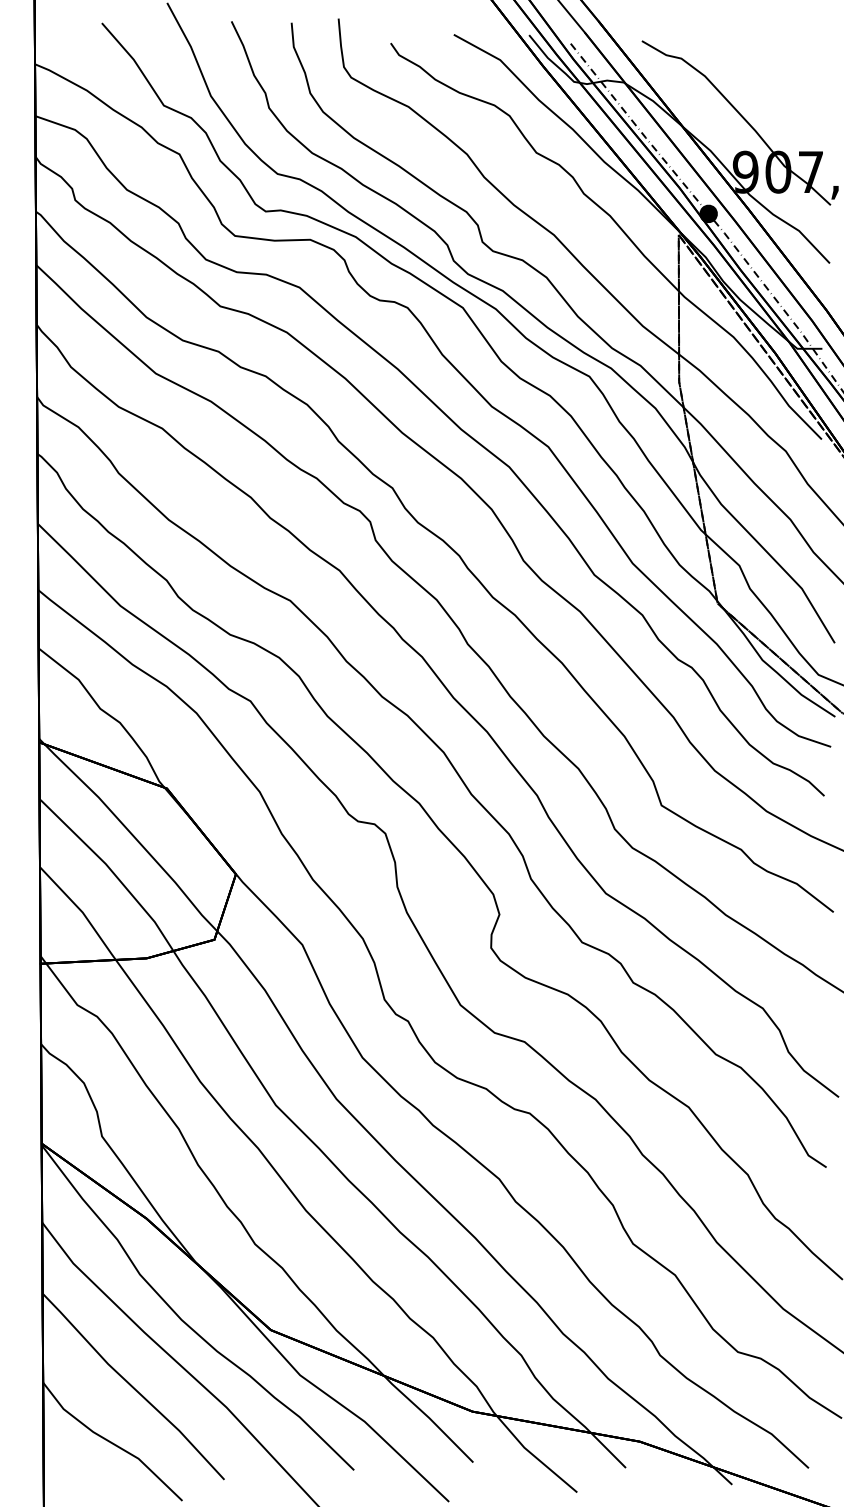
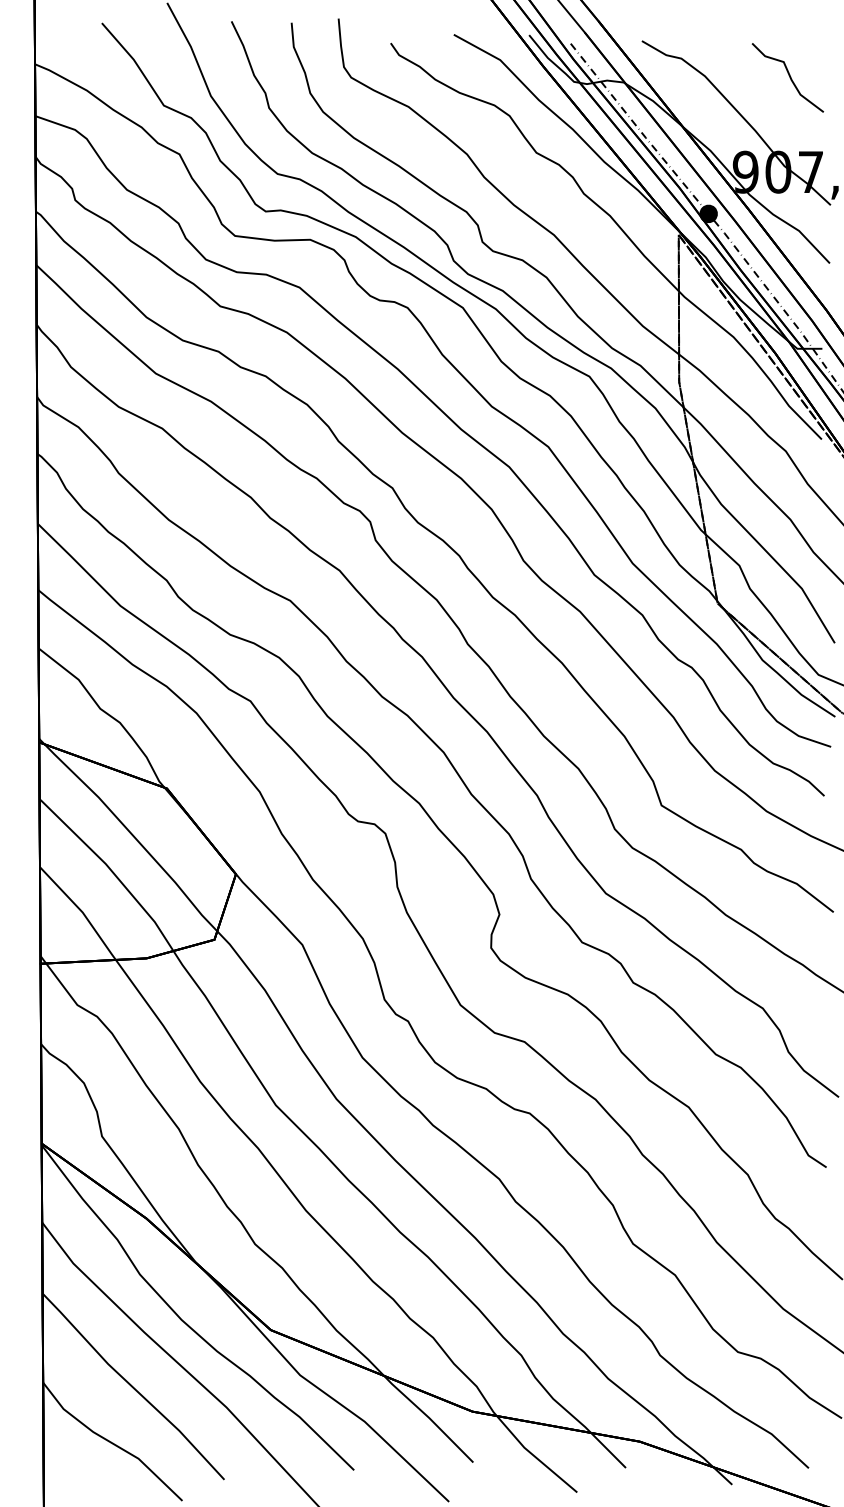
curve at (789, 77): none -> present
